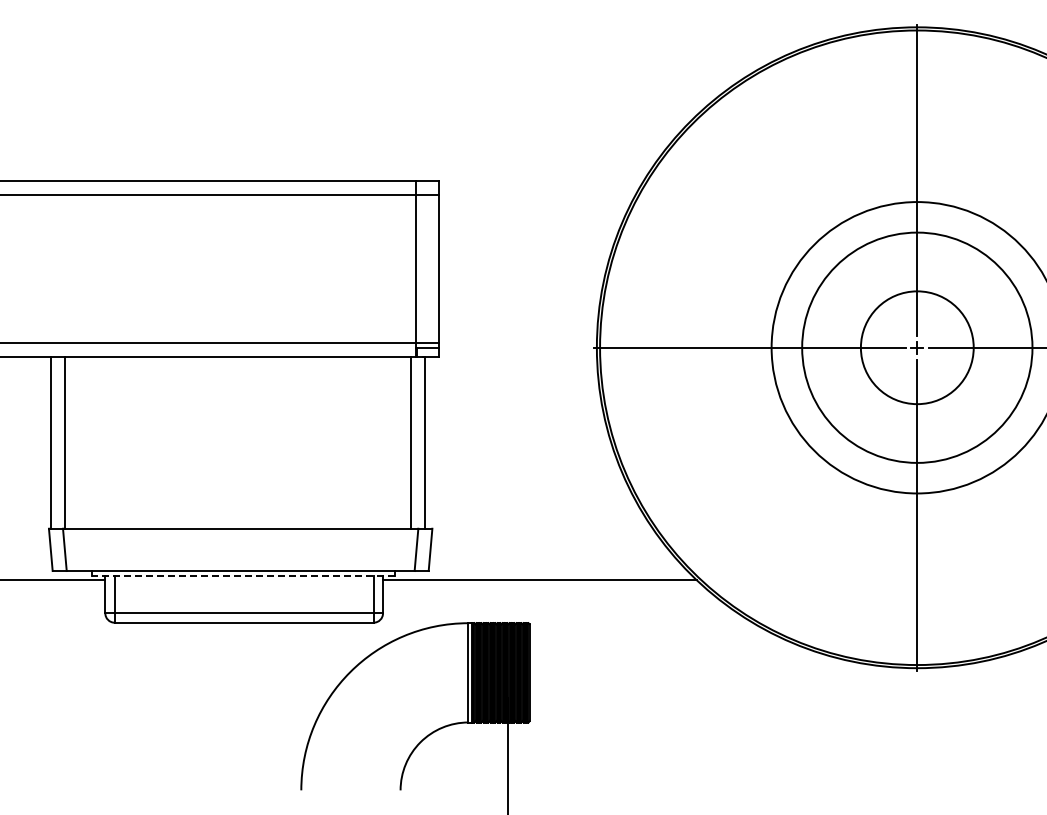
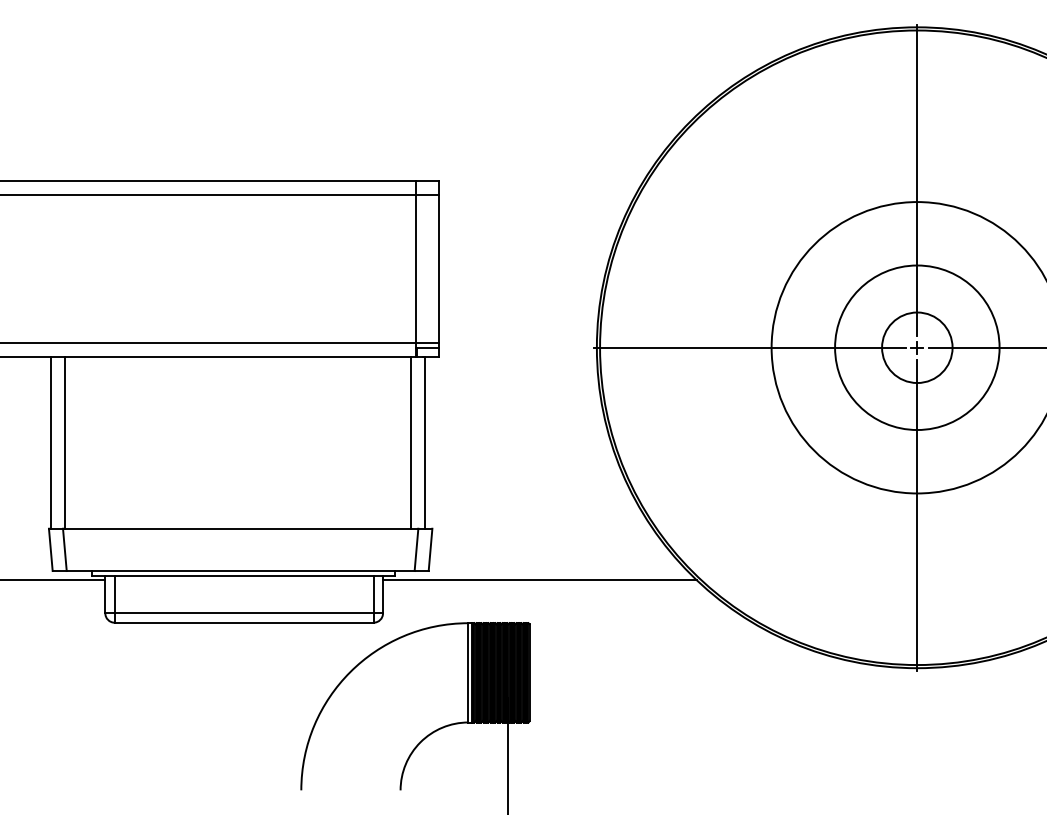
circle at (916, 347) diameter: 113 px -> 71 px
circle at (917, 347) diameter: 230 px -> 165 px
line at (242, 575): dashed -> solid
